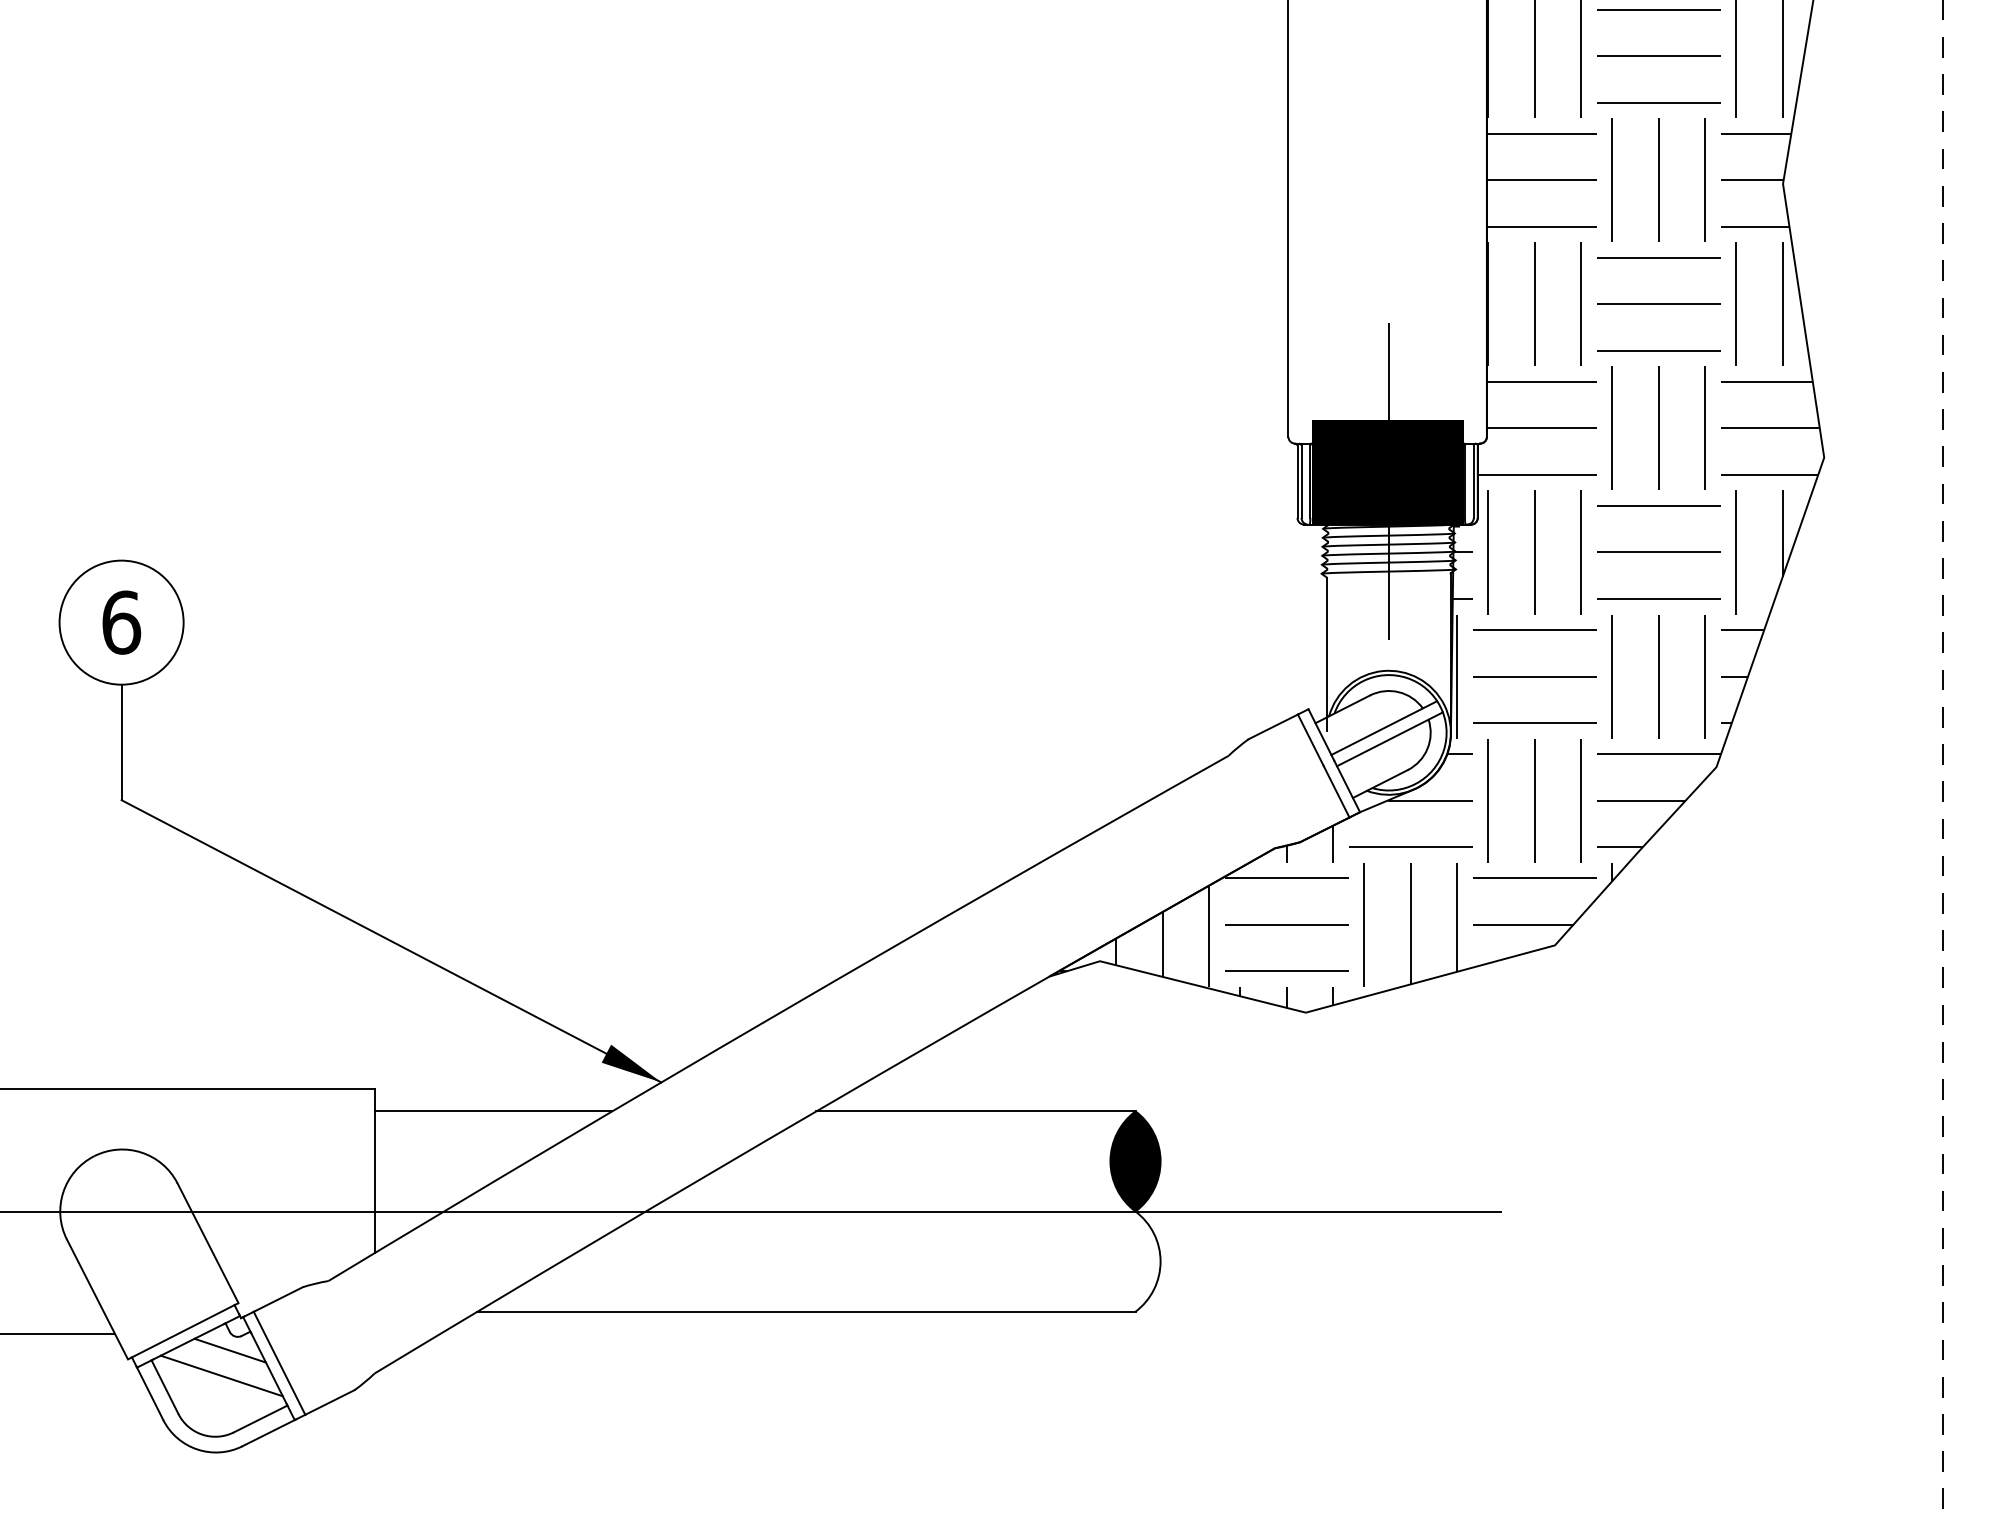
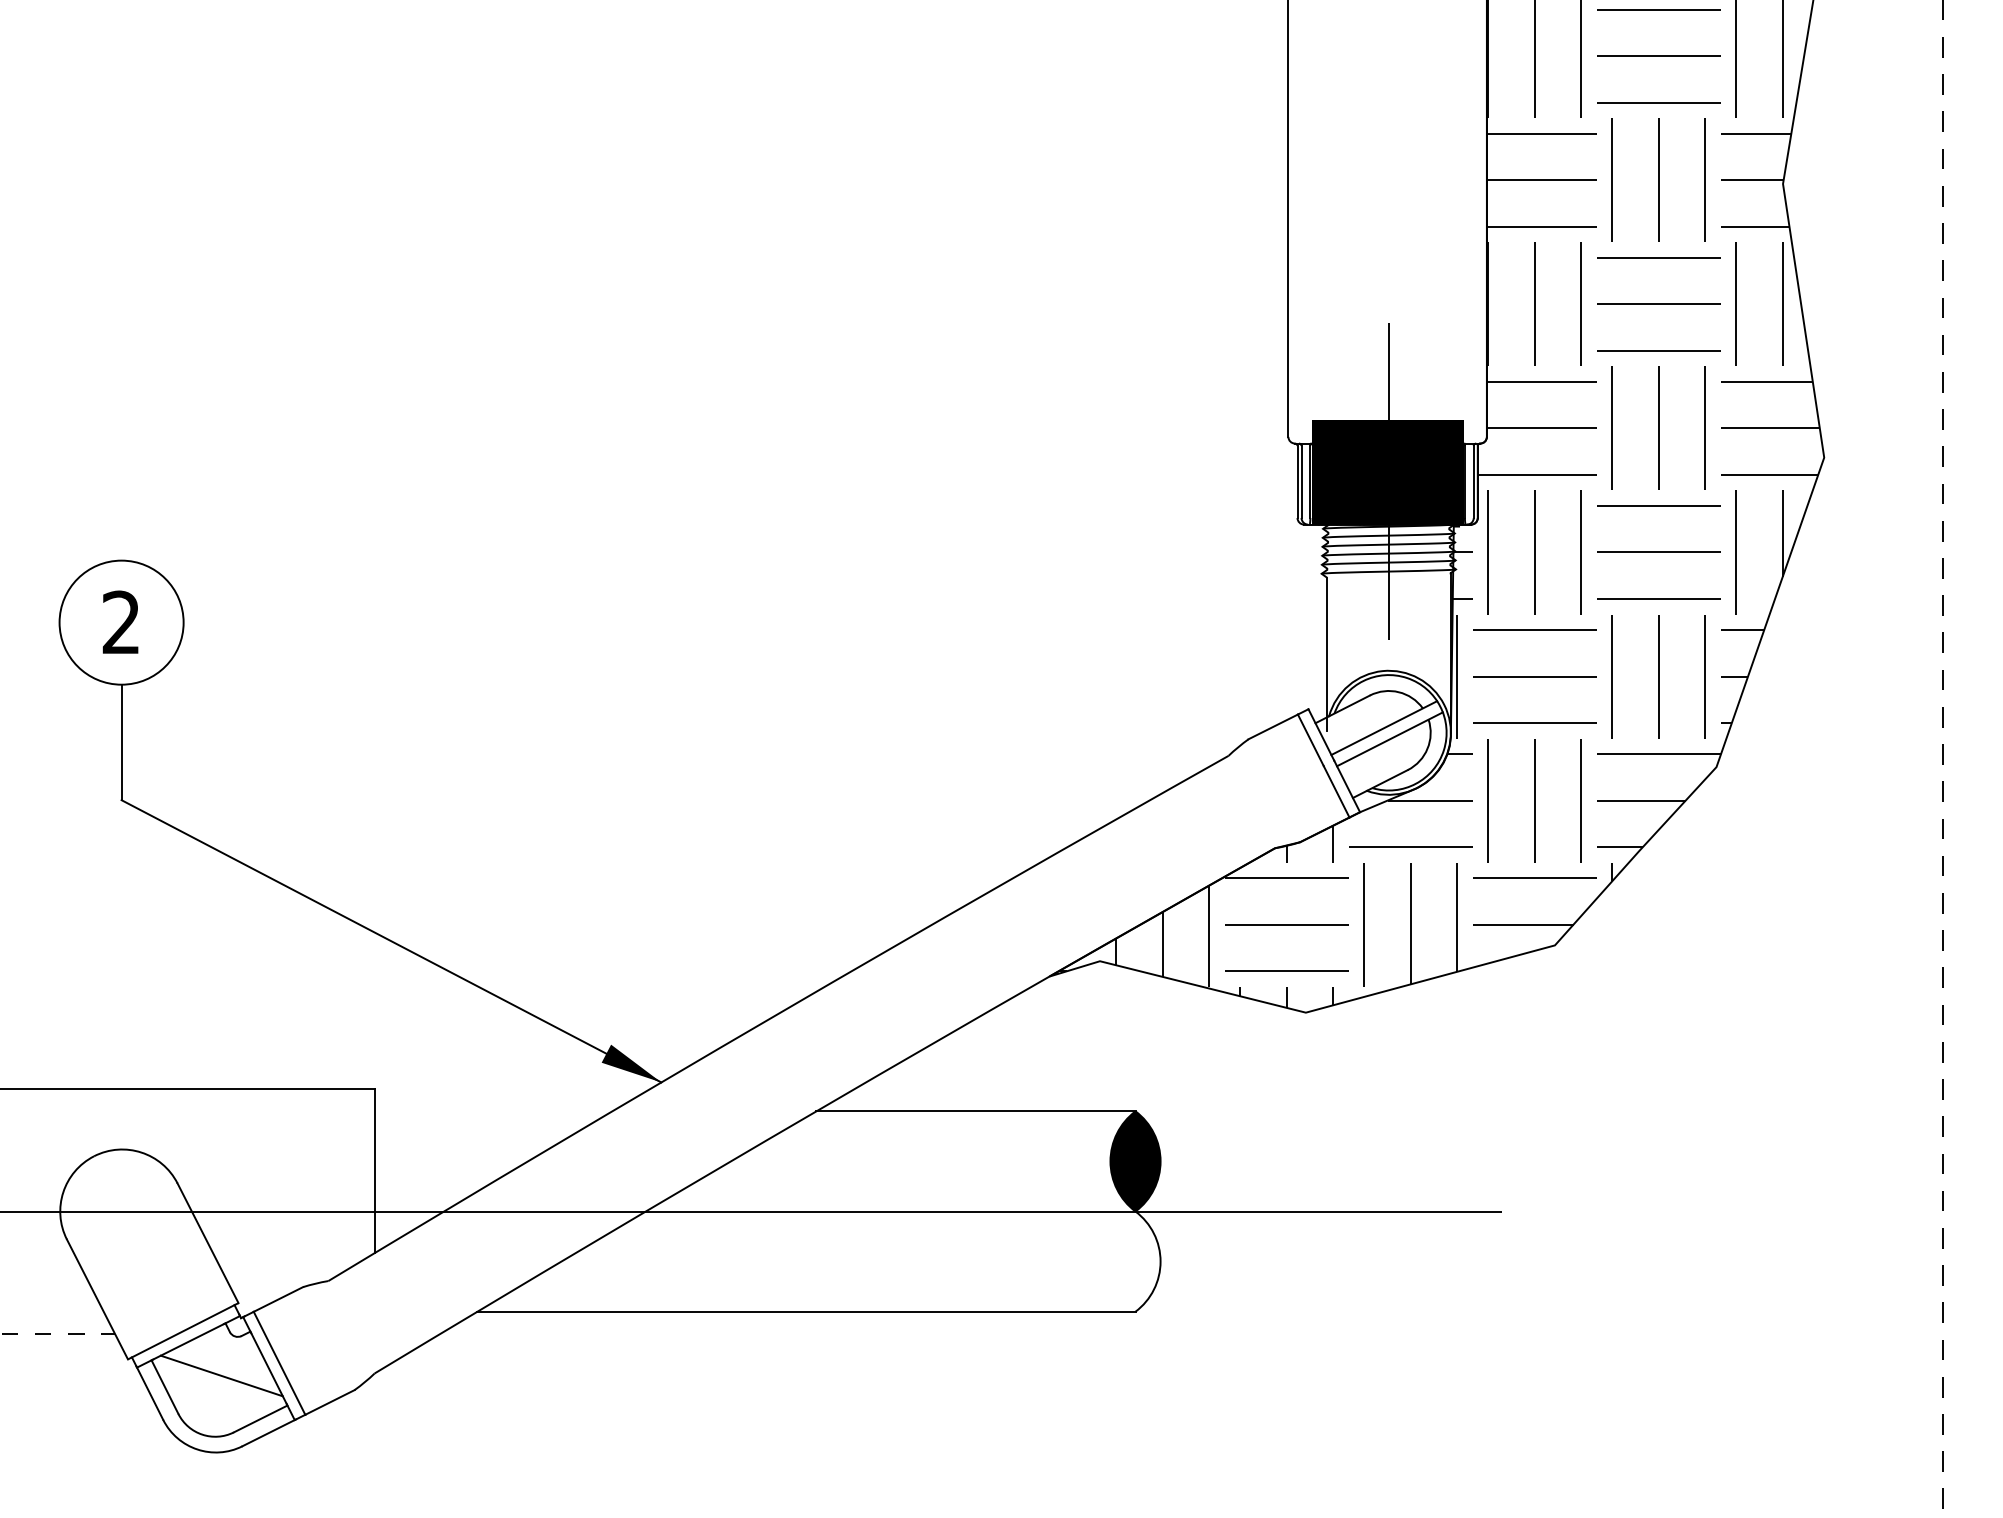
text at (121, 622): 6 -> 2
line at (493, 1111): present -> none
line at (58, 1334): solid -> dashed
line at (229, 1350): present -> none
